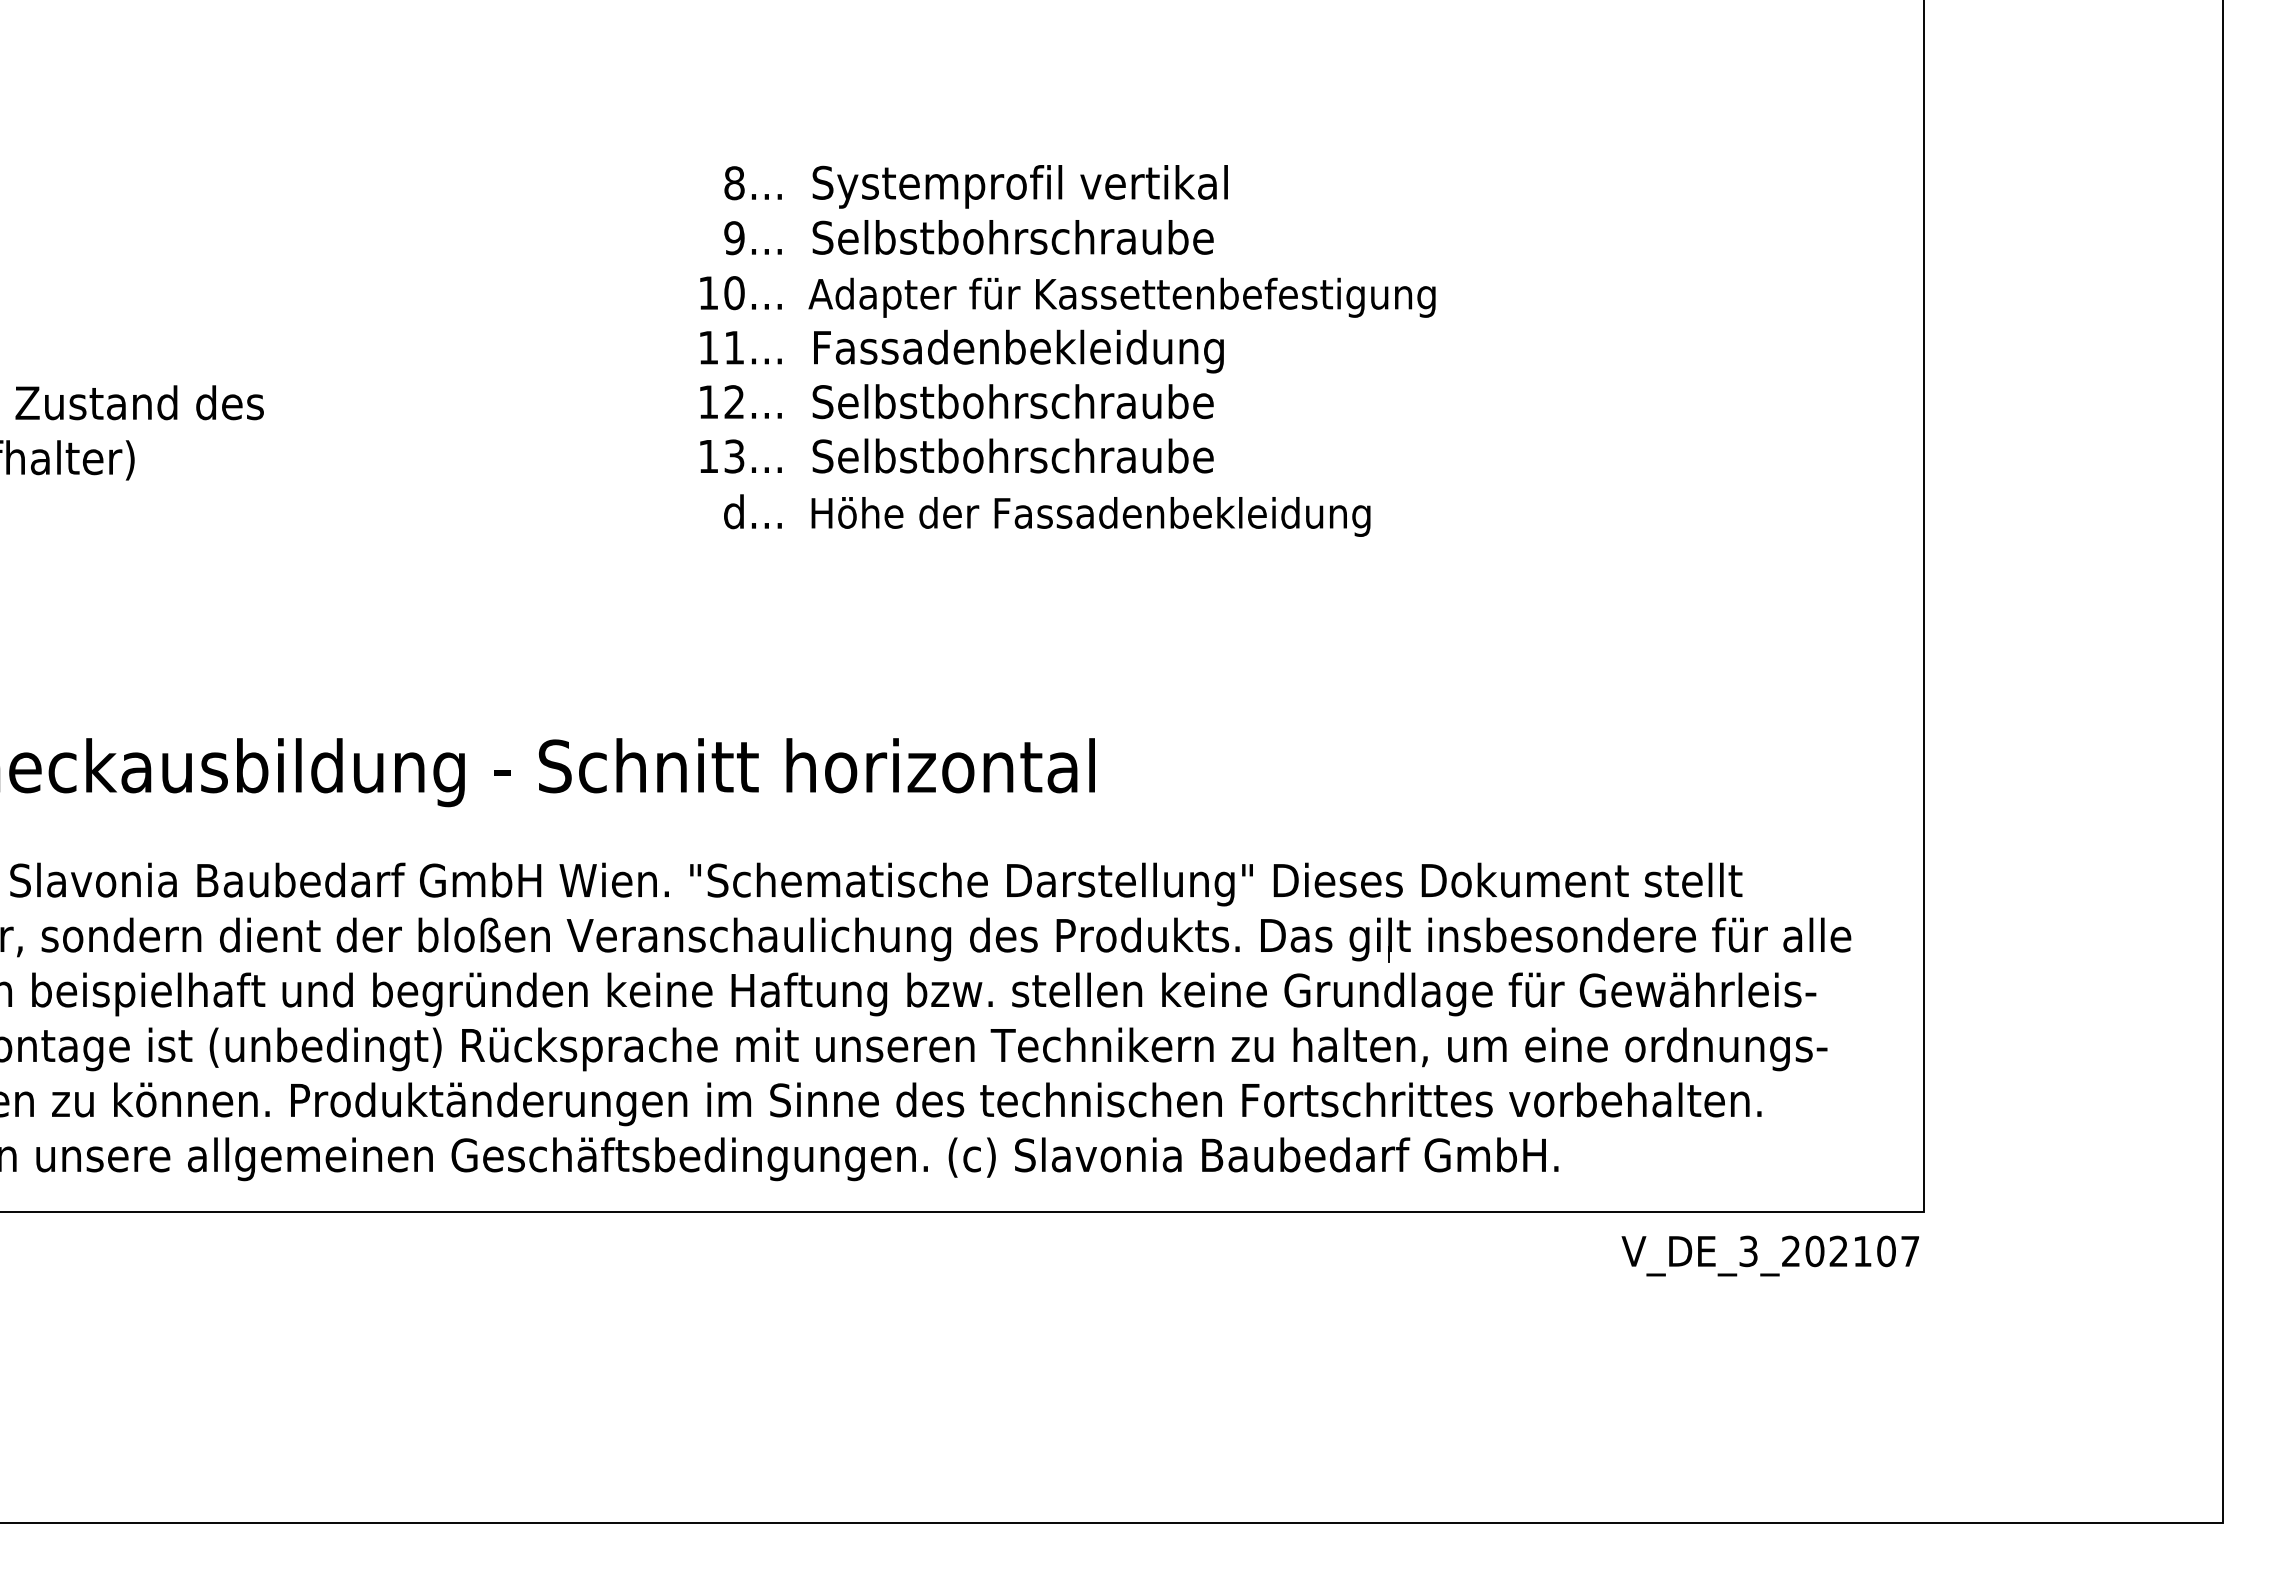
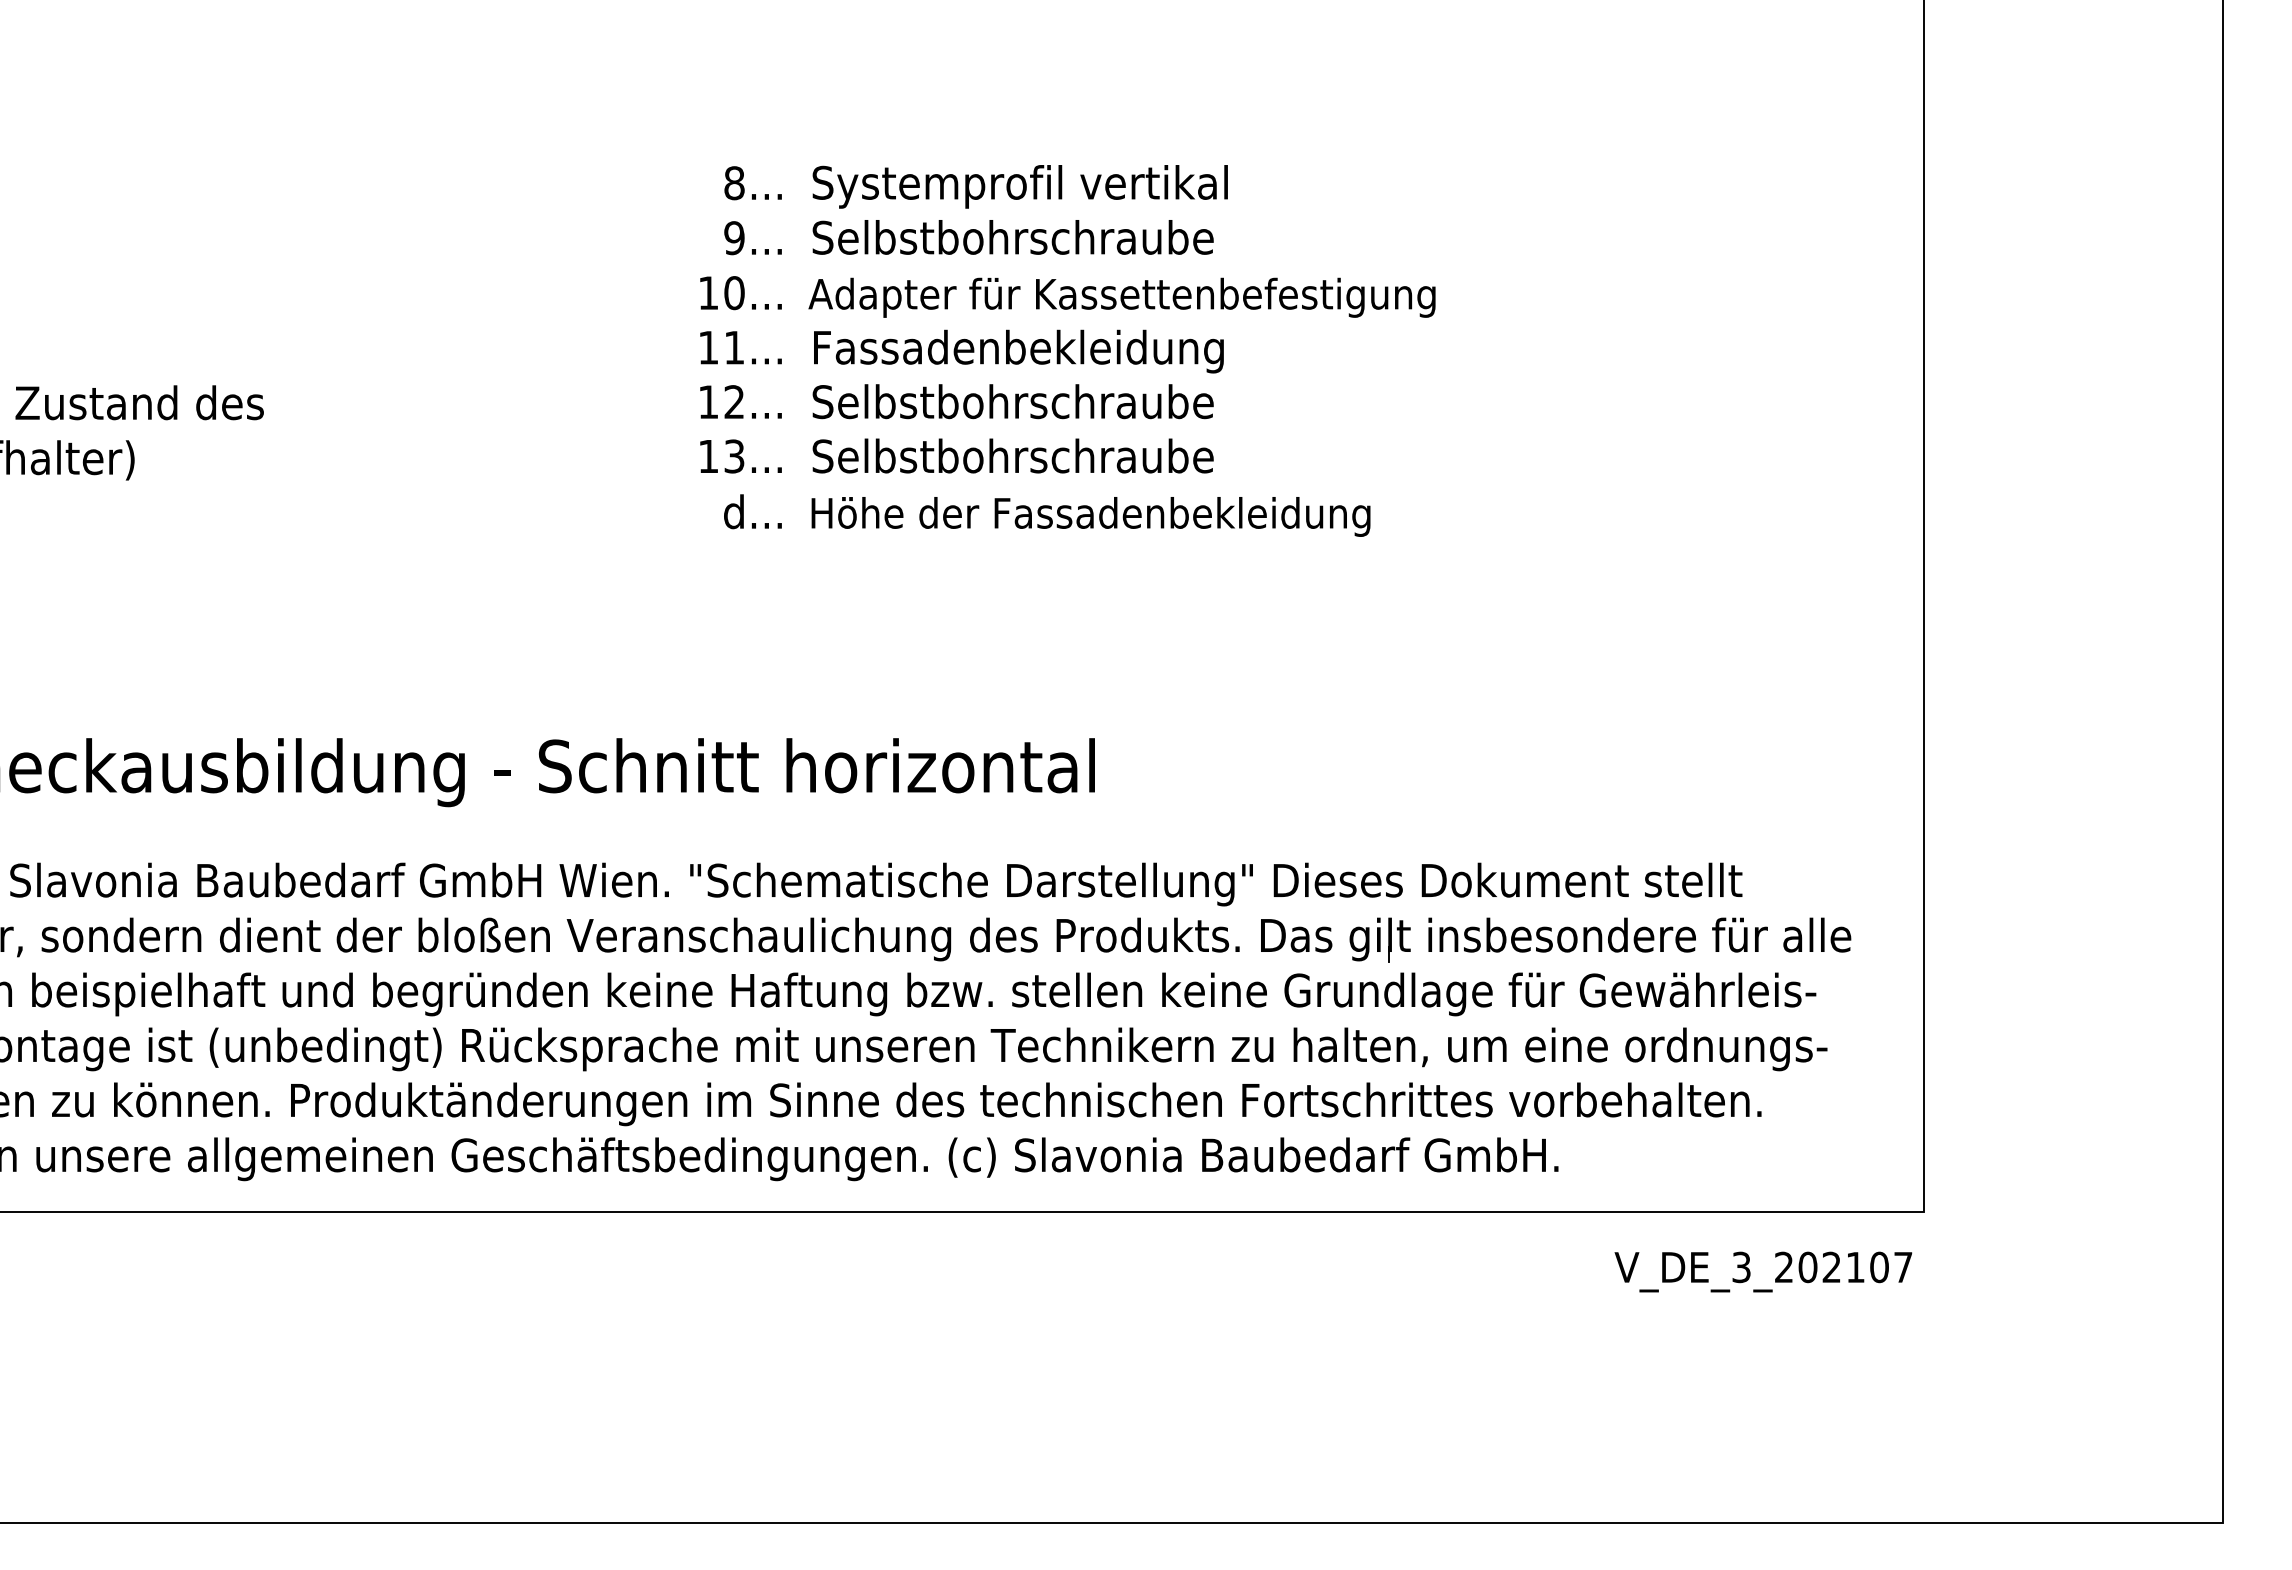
text at (1770, 1255) position: (1770, 1255) -> (1763, 1271)
